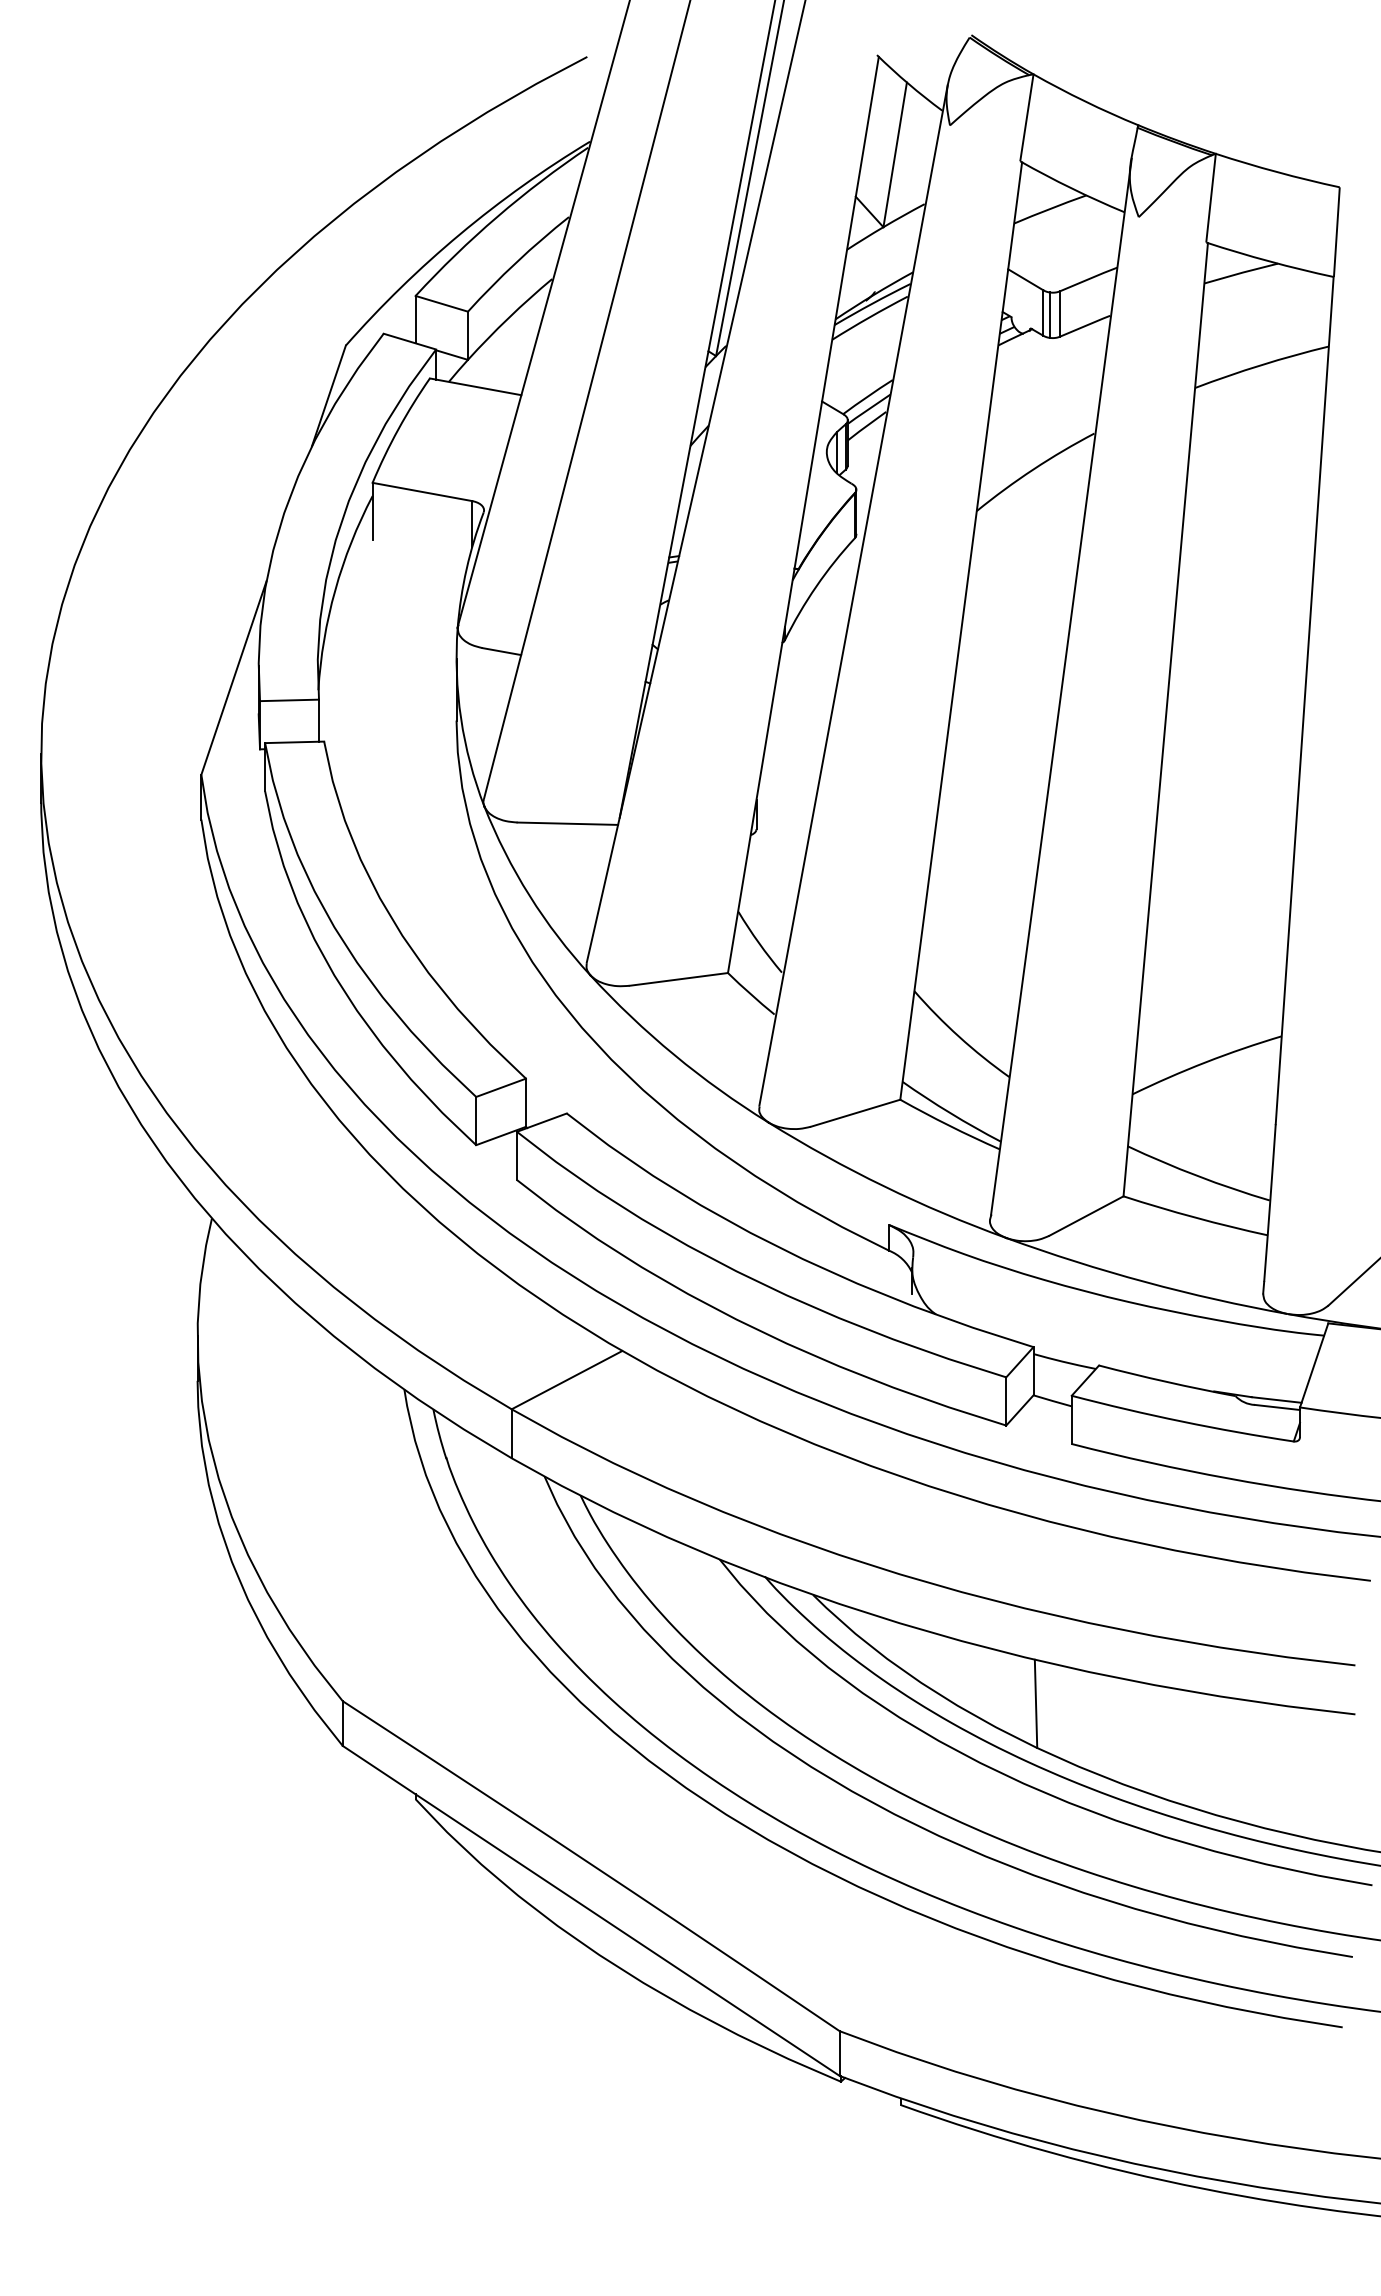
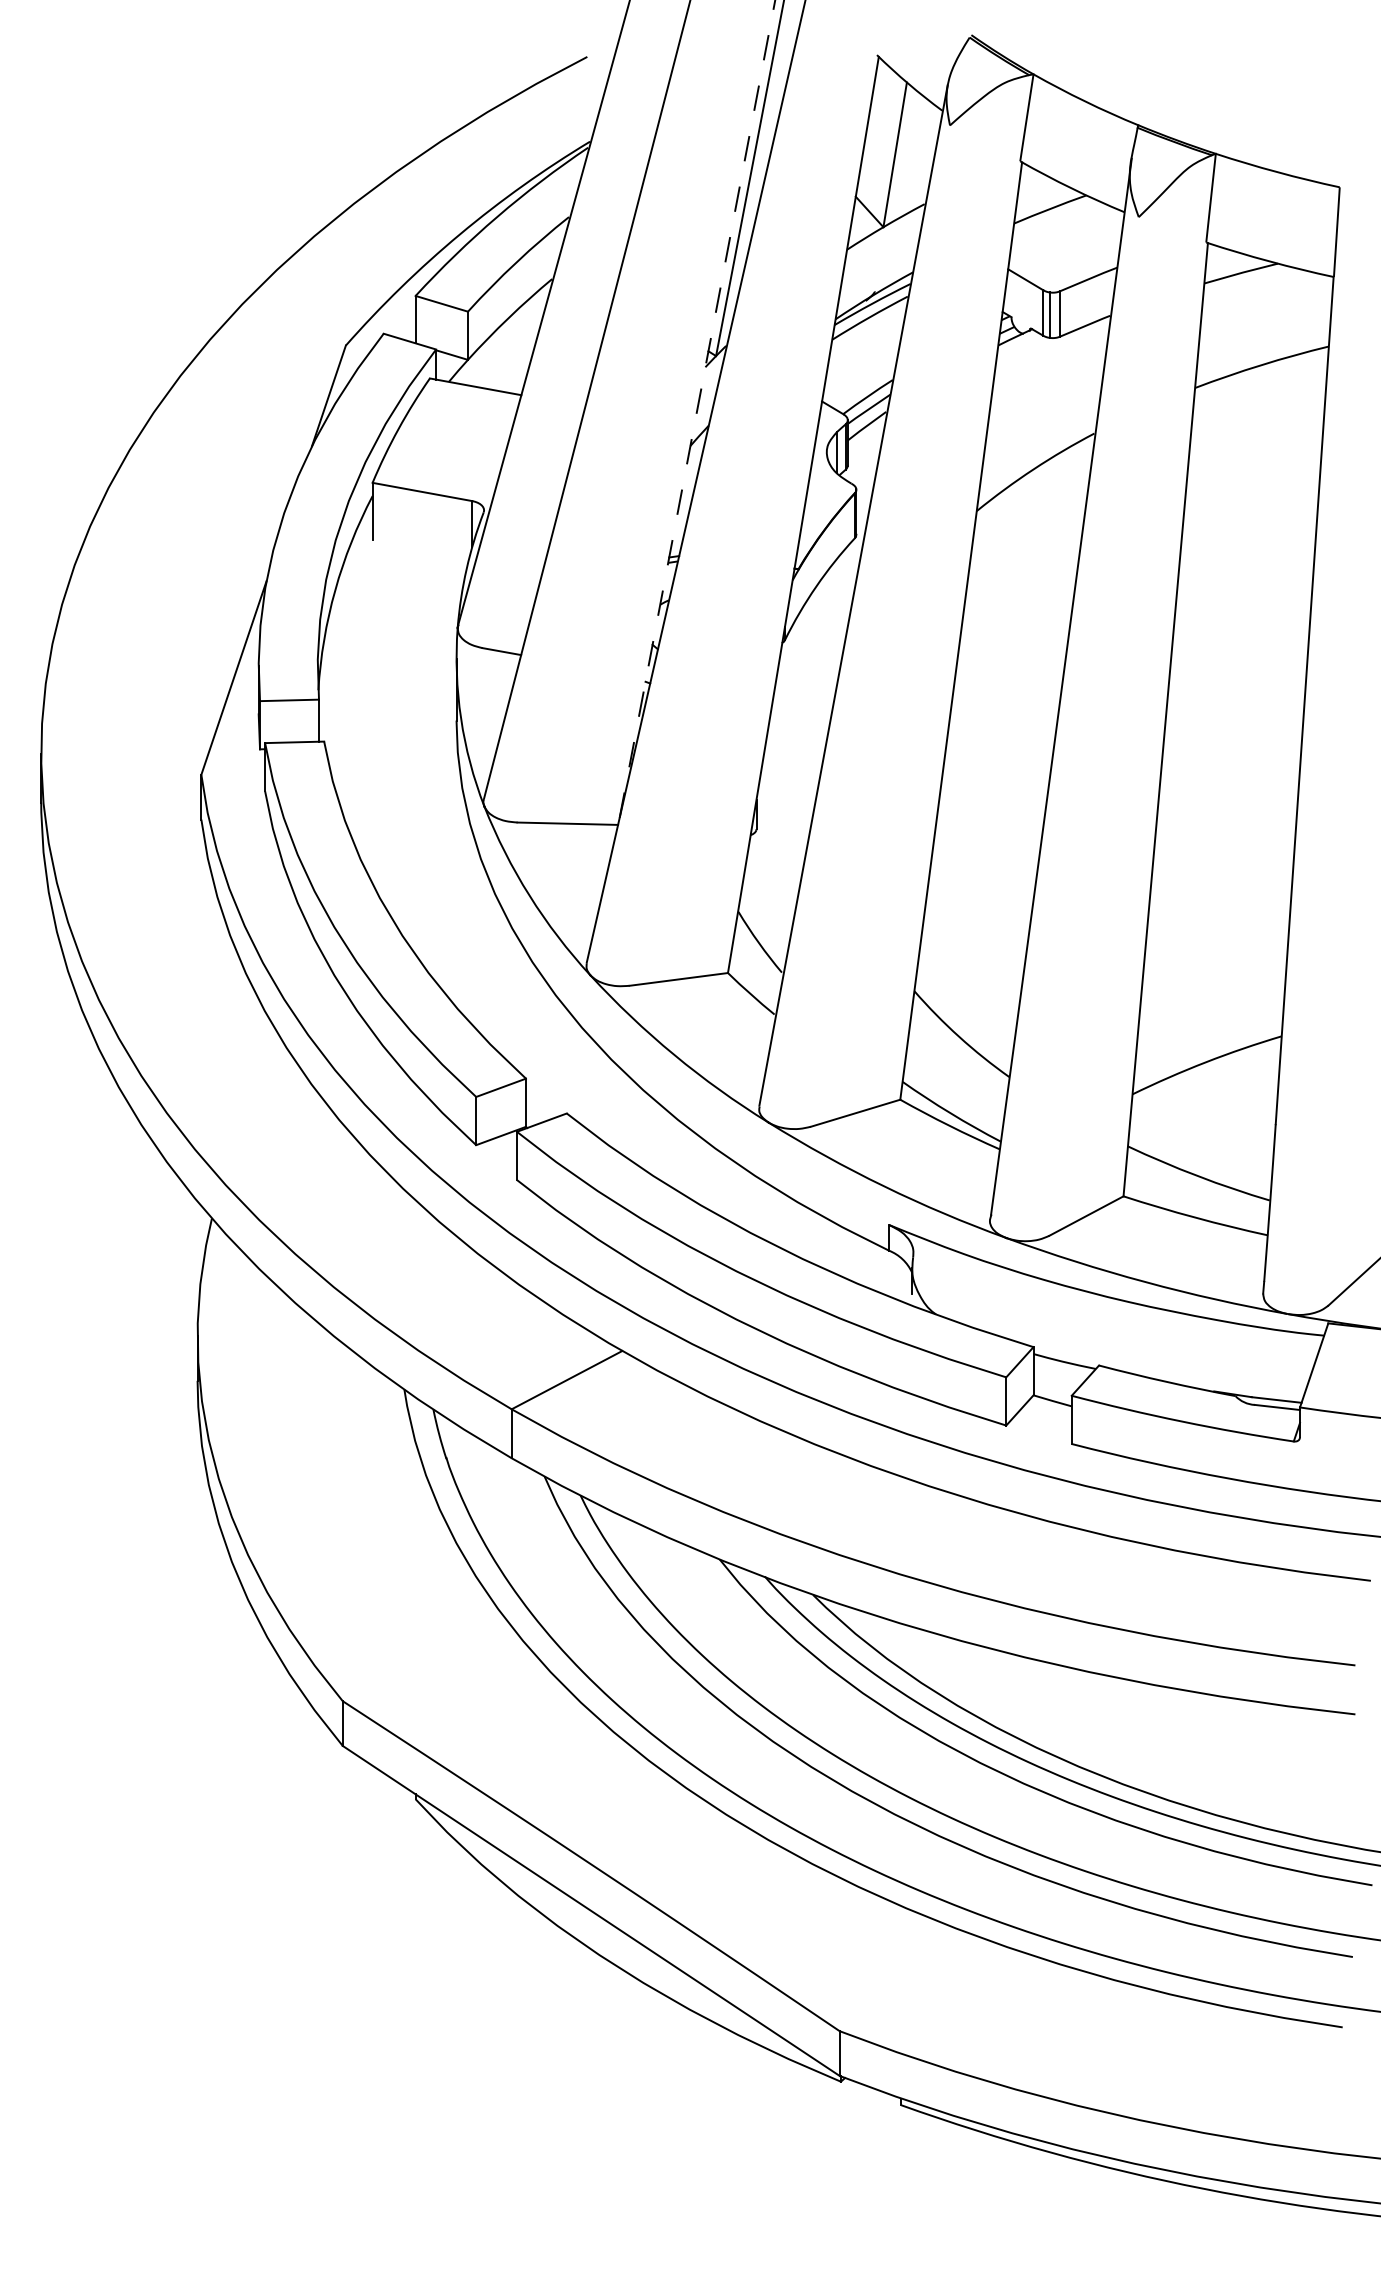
line at (697, 408): solid -> dashed
line at (1035, 1703): present -> none
